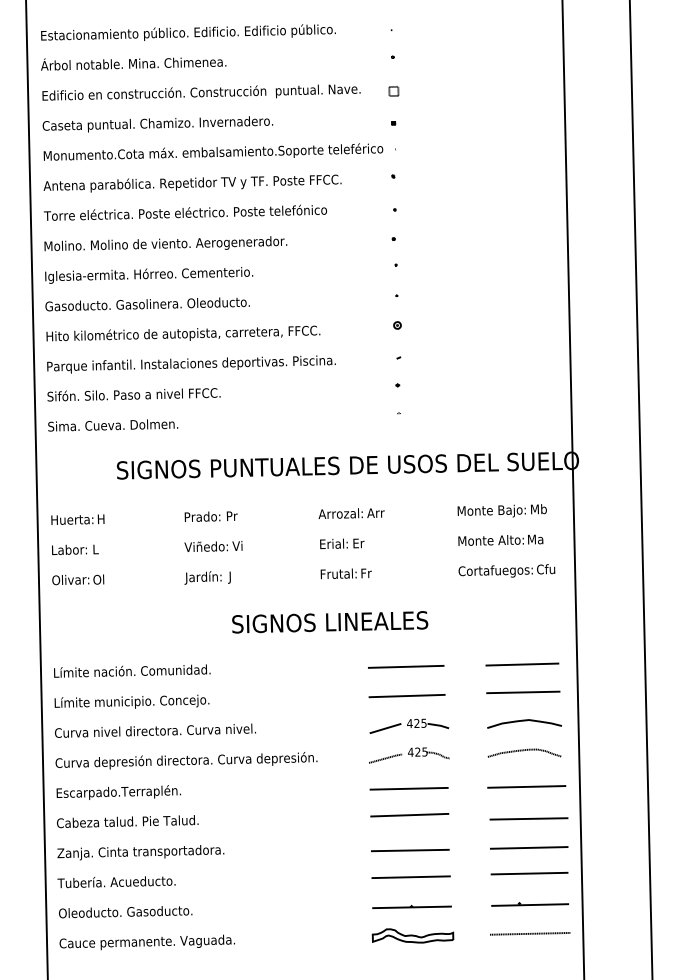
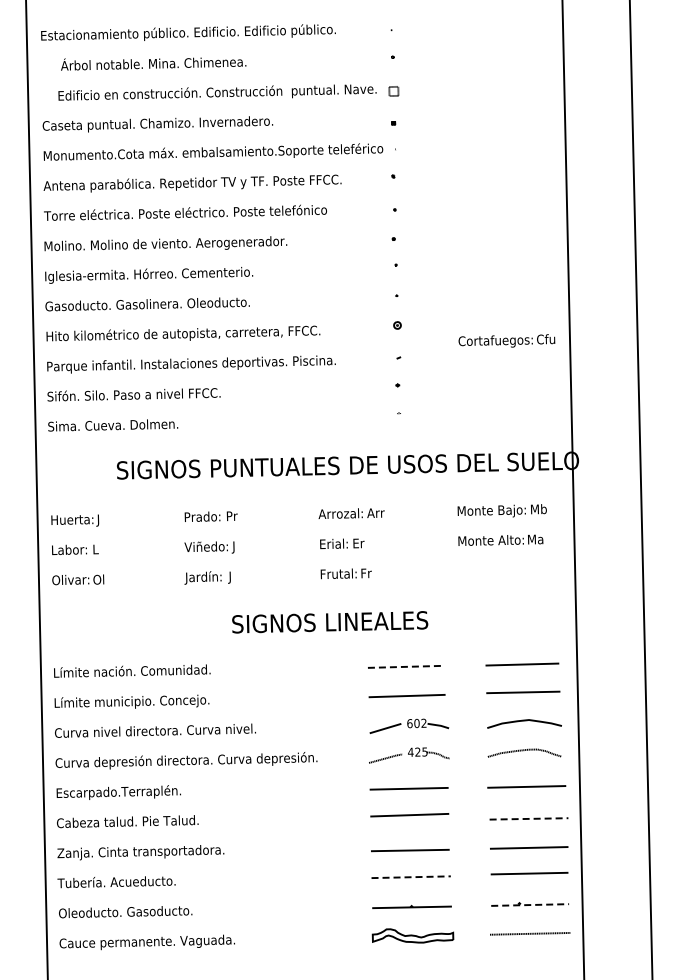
text at (133, 63) position: (133, 63) -> (153, 63)
text at (201, 92) position: (201, 92) -> (217, 92)
text at (100, 520): H -> J
text at (236, 547): Vi -> J
text at (506, 570) position: (506, 570) -> (506, 340)
line at (406, 666): solid -> dashed
text at (416, 723): 425 -> 602
line at (529, 818): solid -> dashed
line at (411, 877): solid -> dashed
line at (530, 905): solid -> dashed
